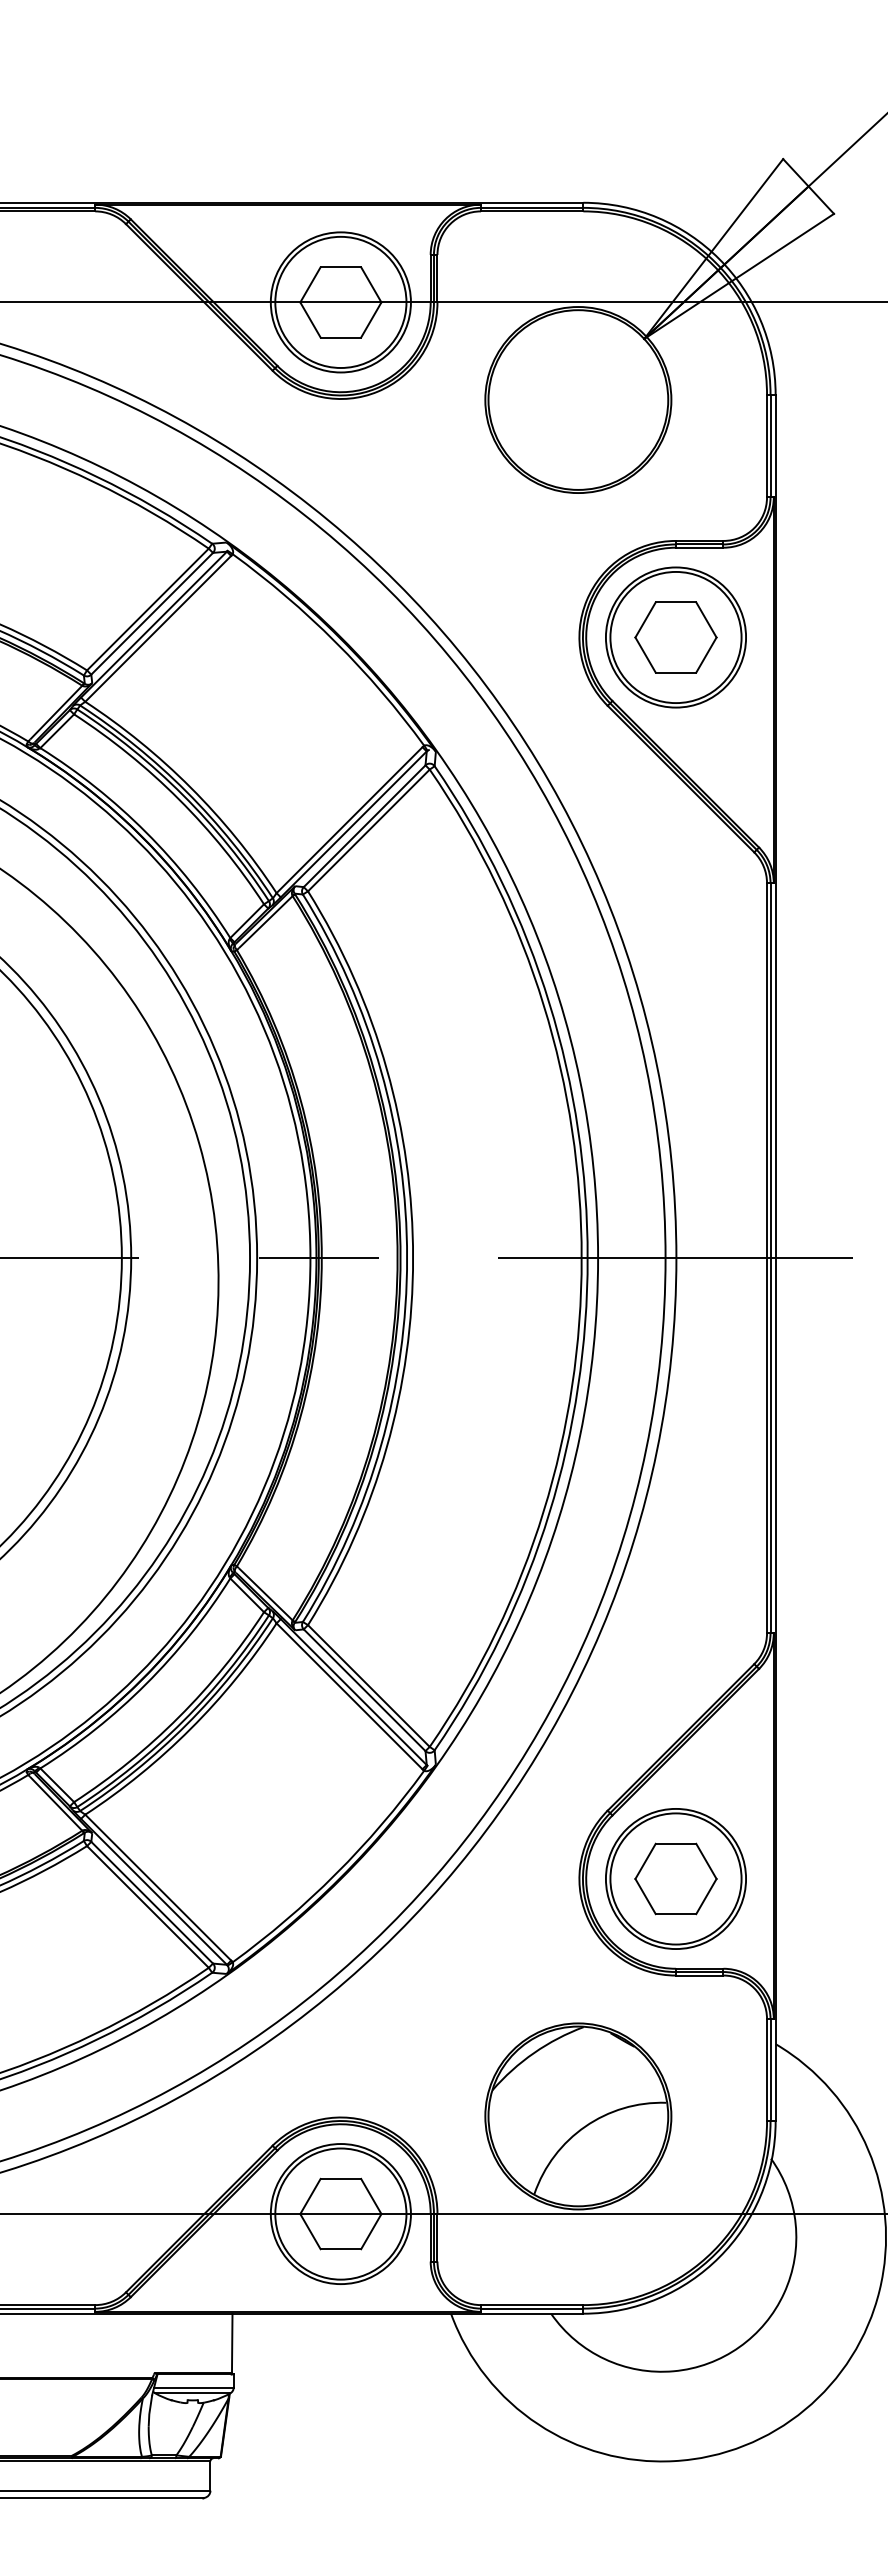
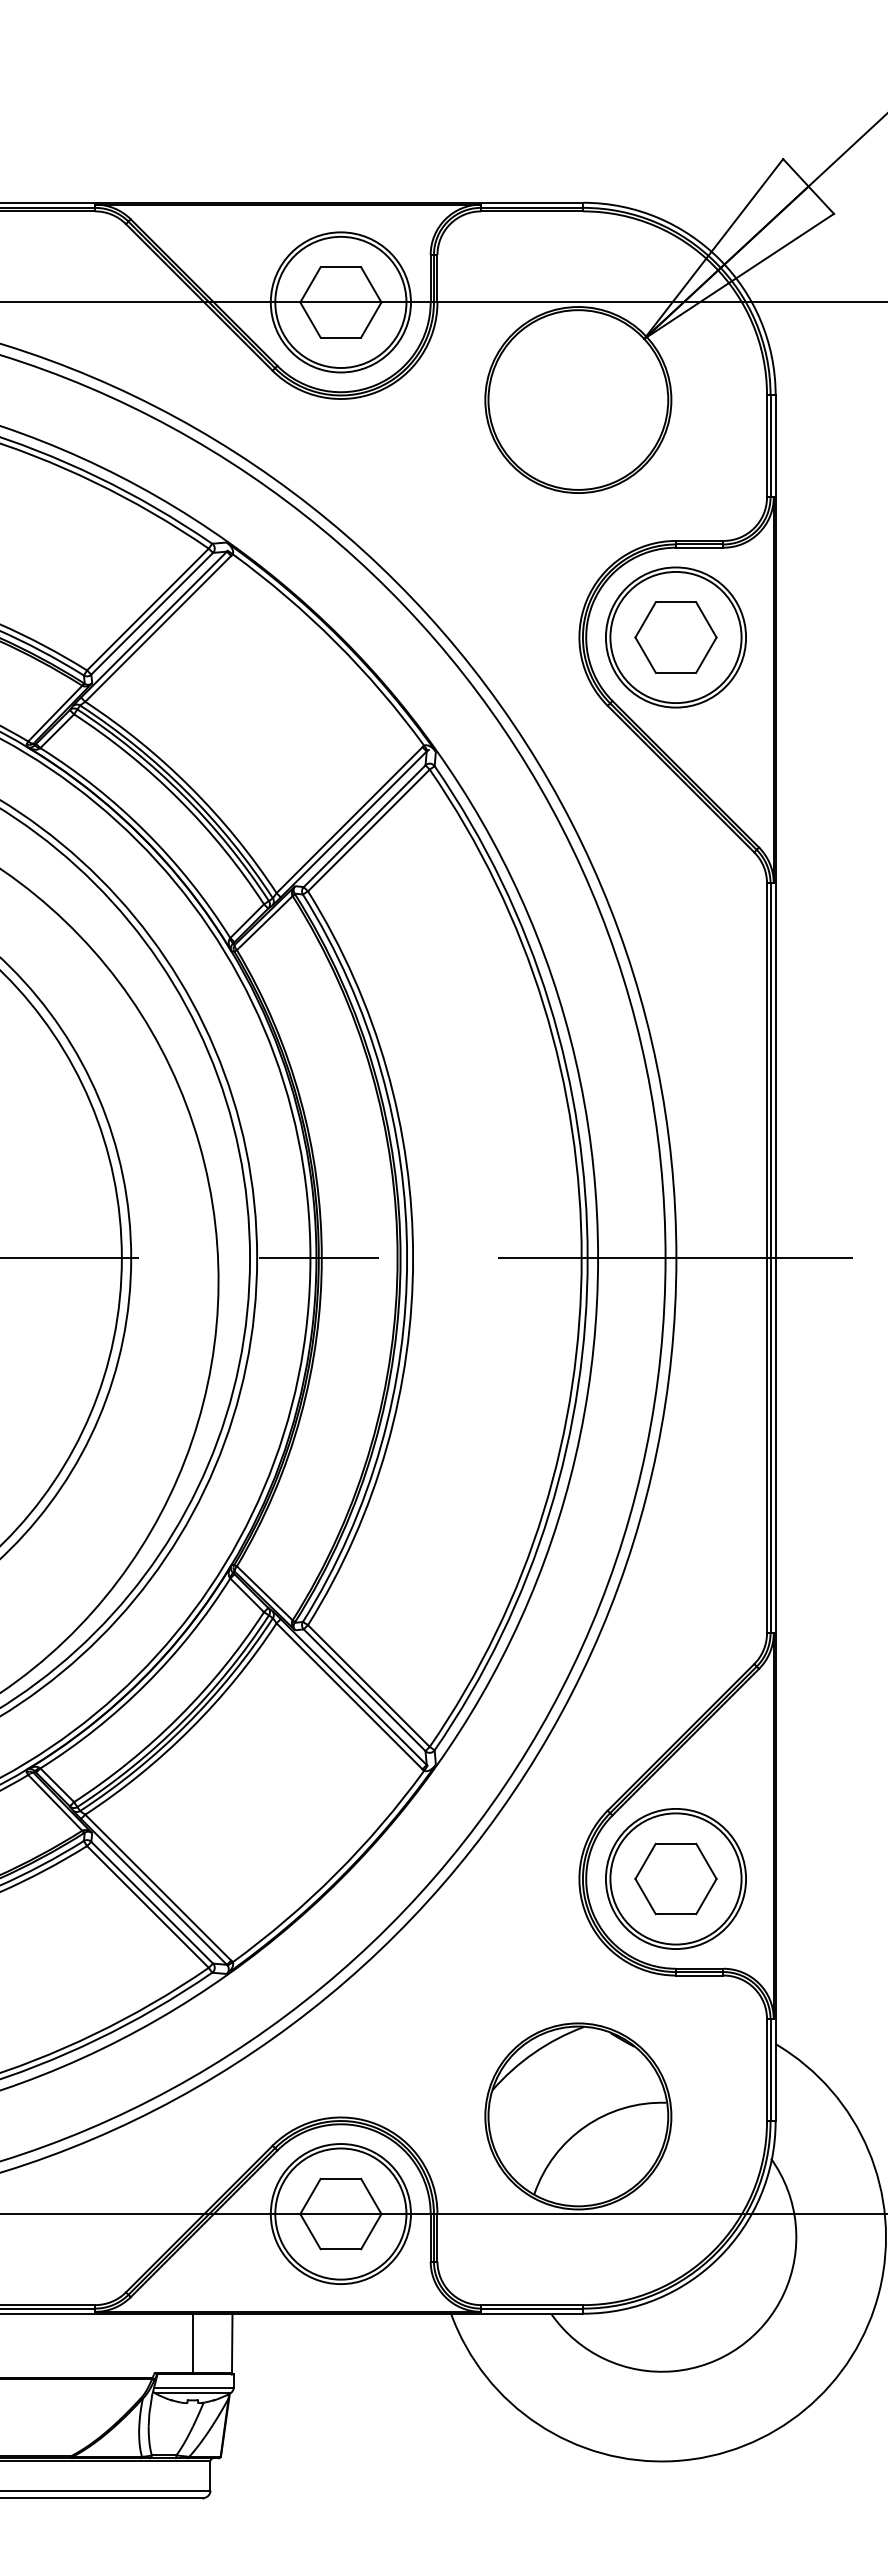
line at (192, 2343): none -> present
